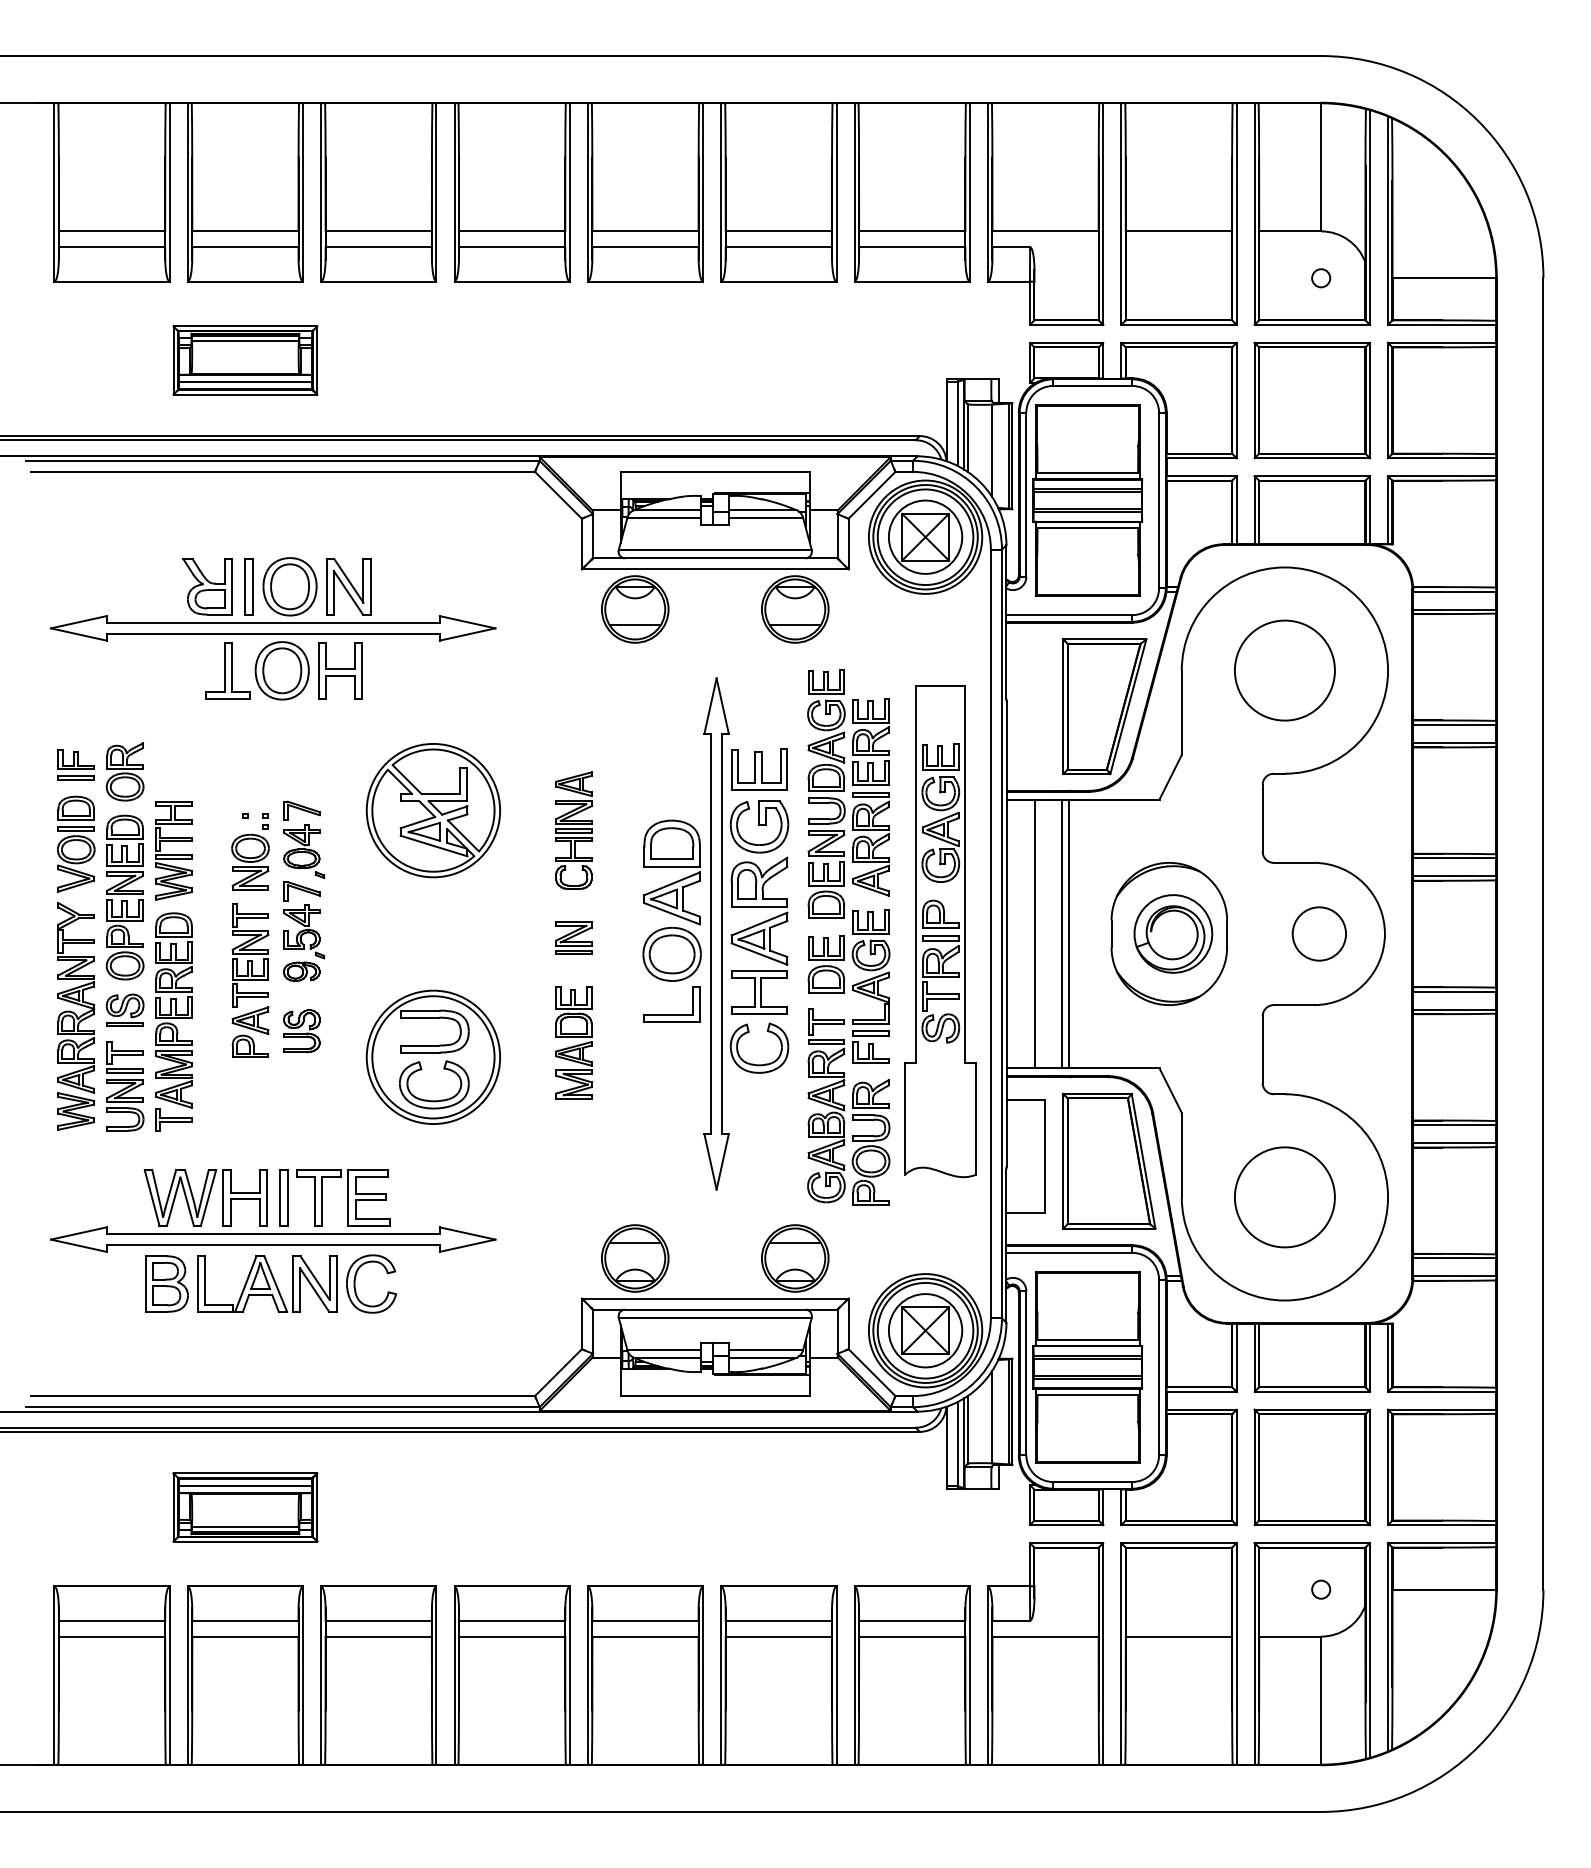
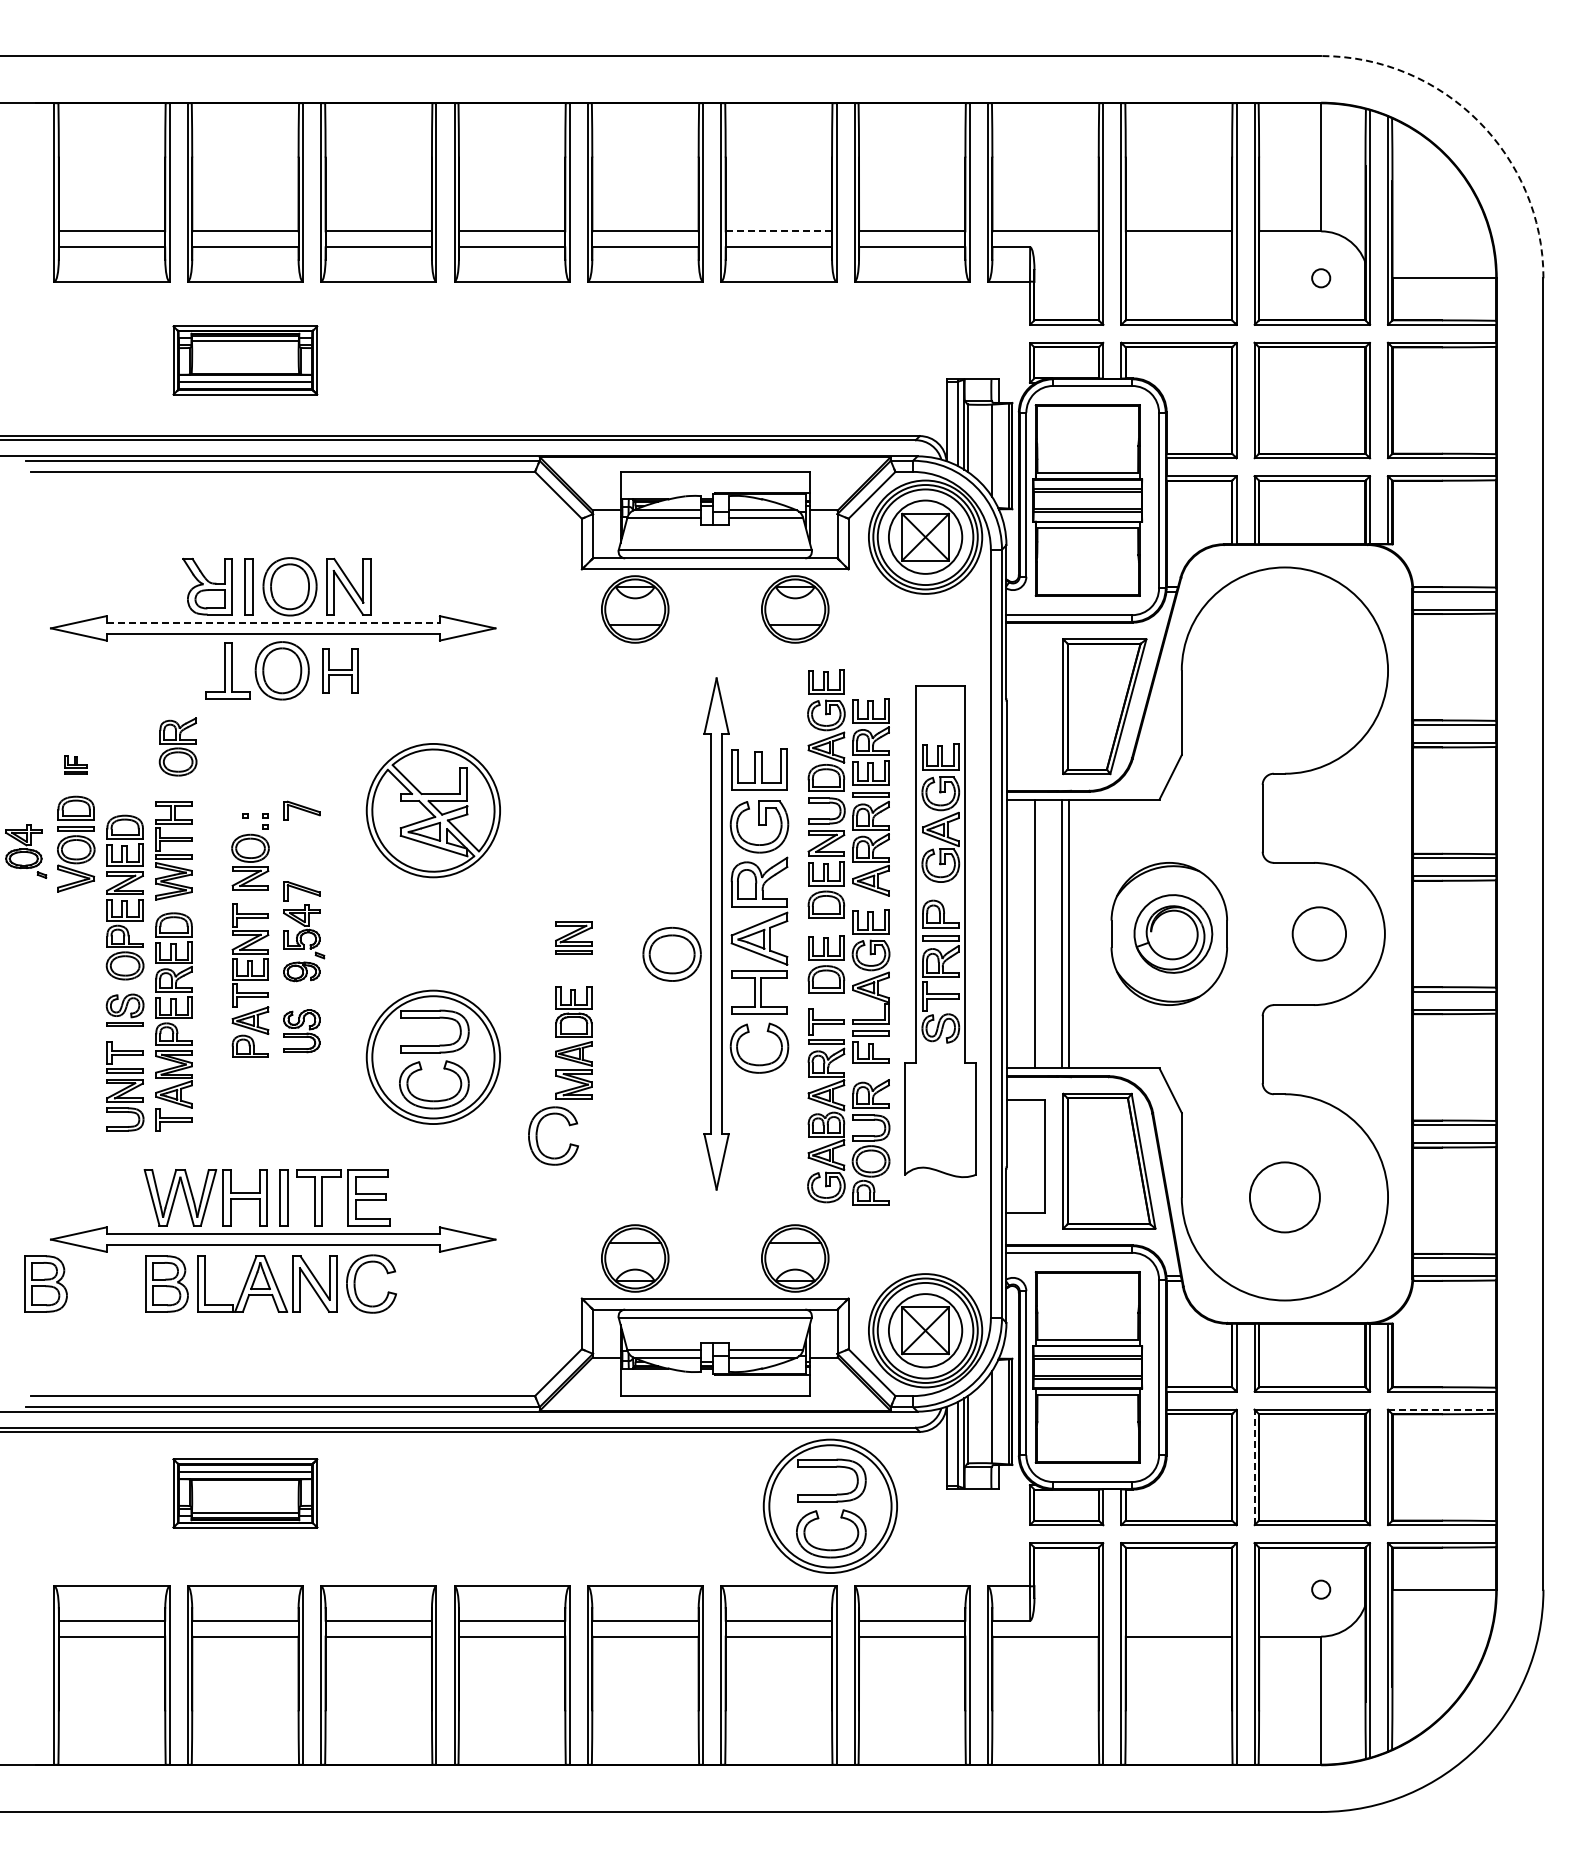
arc at (1478, 121): solid -> dashed
line at (779, 231): solid -> dashed
line at (273, 622): solid -> dashed
part at (340, 670) size: 45x58 px -> 37x46 px
circle at (1284, 670): present -> none
part at (75, 764) size: 38x32 px -> 24x20 px
part at (124, 771) position: (124, 771) -> (177, 746)
part at (573, 830): present -> none
part at (304, 851) position: (304, 851) -> (26, 851)
part at (671, 872): present -> none
part at (671, 1014): present -> none
part at (76, 1016): present -> none
part at (537, 1135): none -> present
circle at (1284, 1197) size: 102x103 px -> 72x73 px
part at (45, 1283): none -> present
line at (1442, 1409): solid -> dashed
line at (1254, 1467): solid -> dashed
part at (829, 1505): none -> present
part at (245, 1507) position: (245, 1507) -> (245, 1493)
